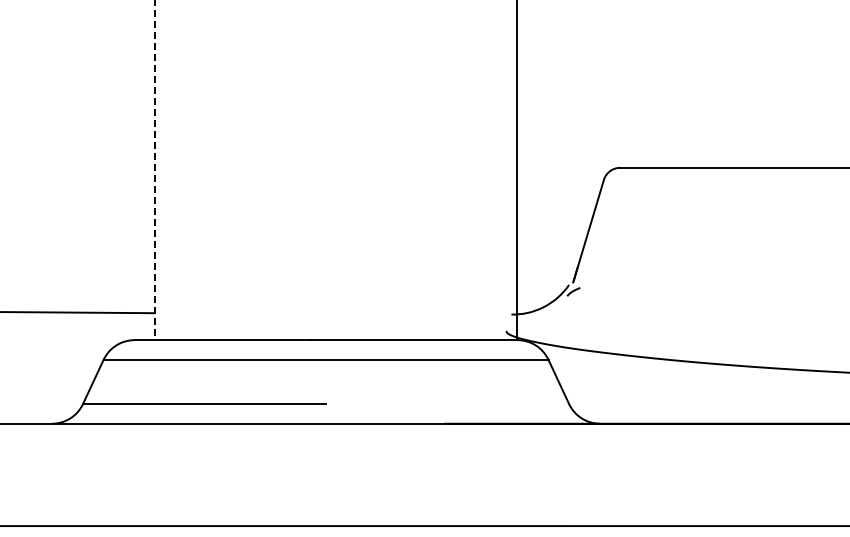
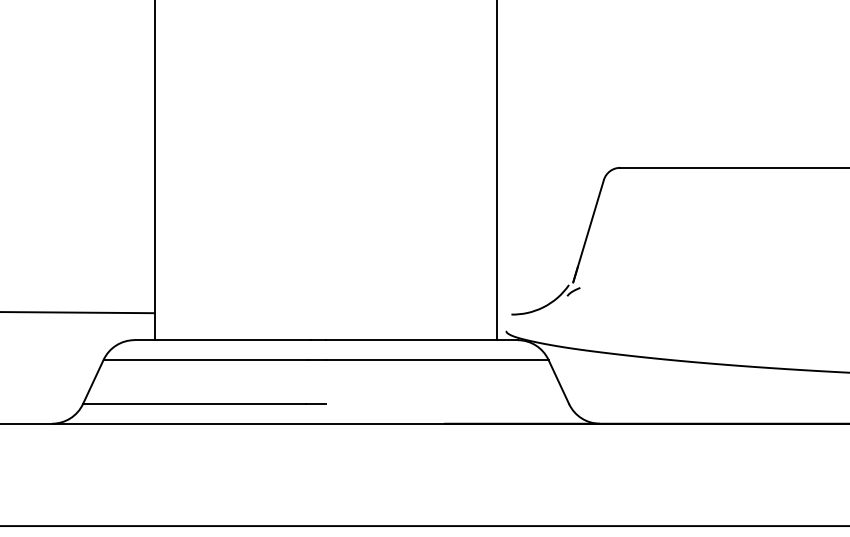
line at (155, 170): dashed -> solid
line at (516, 171) position: (516, 171) -> (496, 171)
